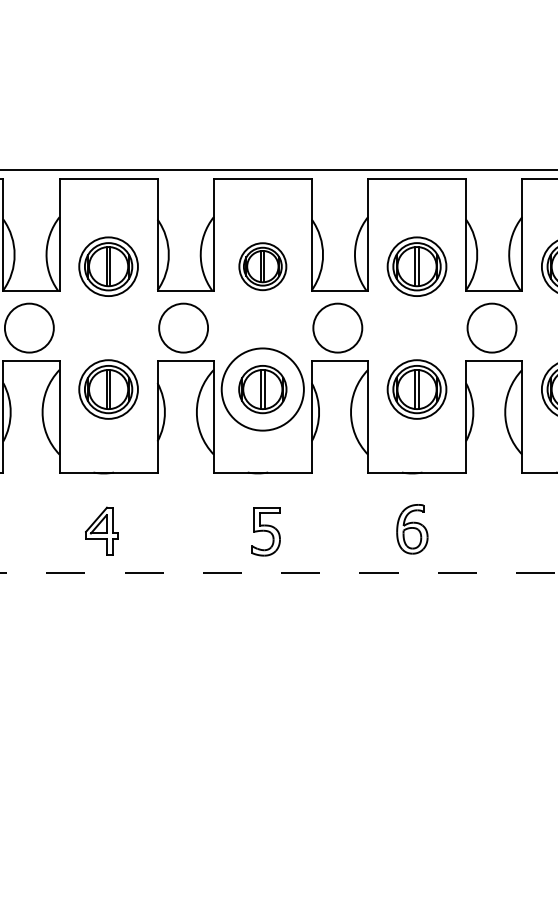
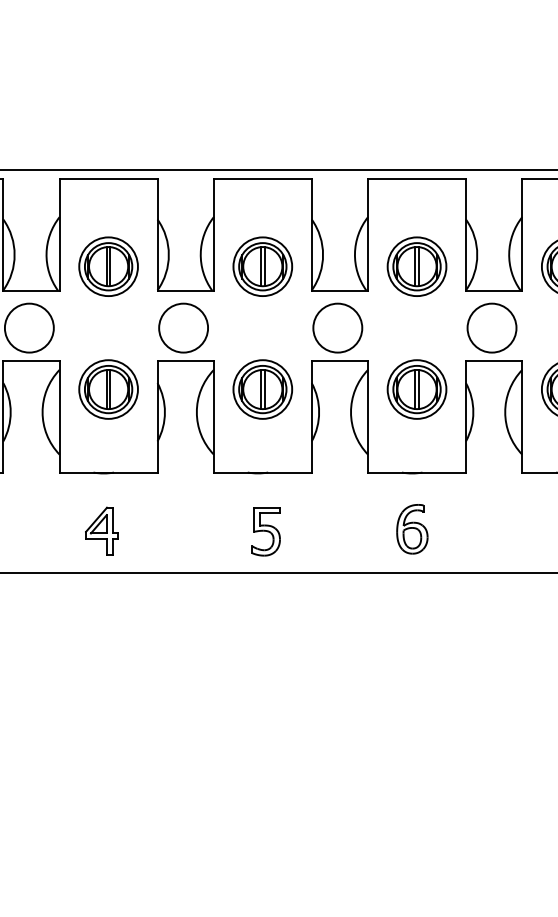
part at (262, 266) size: 50x50 px -> 62x61 px
circle at (262, 389) diameter: 82 px -> 59 px
line at (278, 572): dashed -> solid
